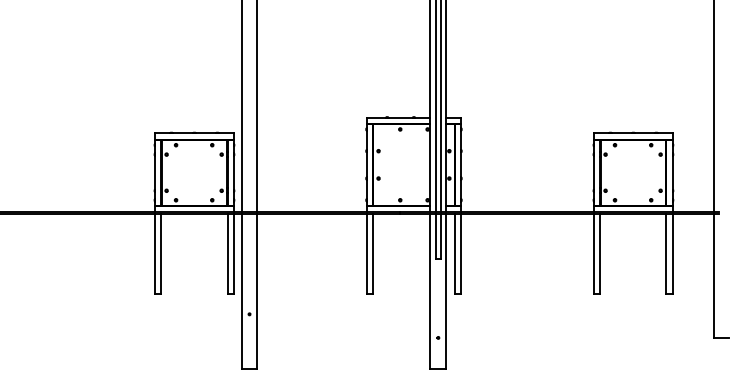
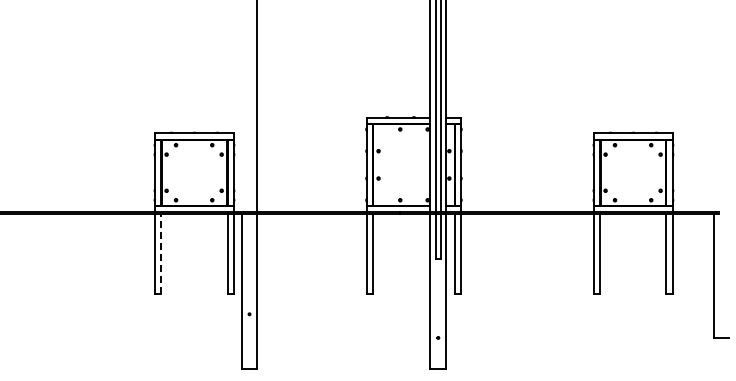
line at (241, 107): present -> none
line at (713, 107): present -> none
line at (161, 253): solid -> dashed
